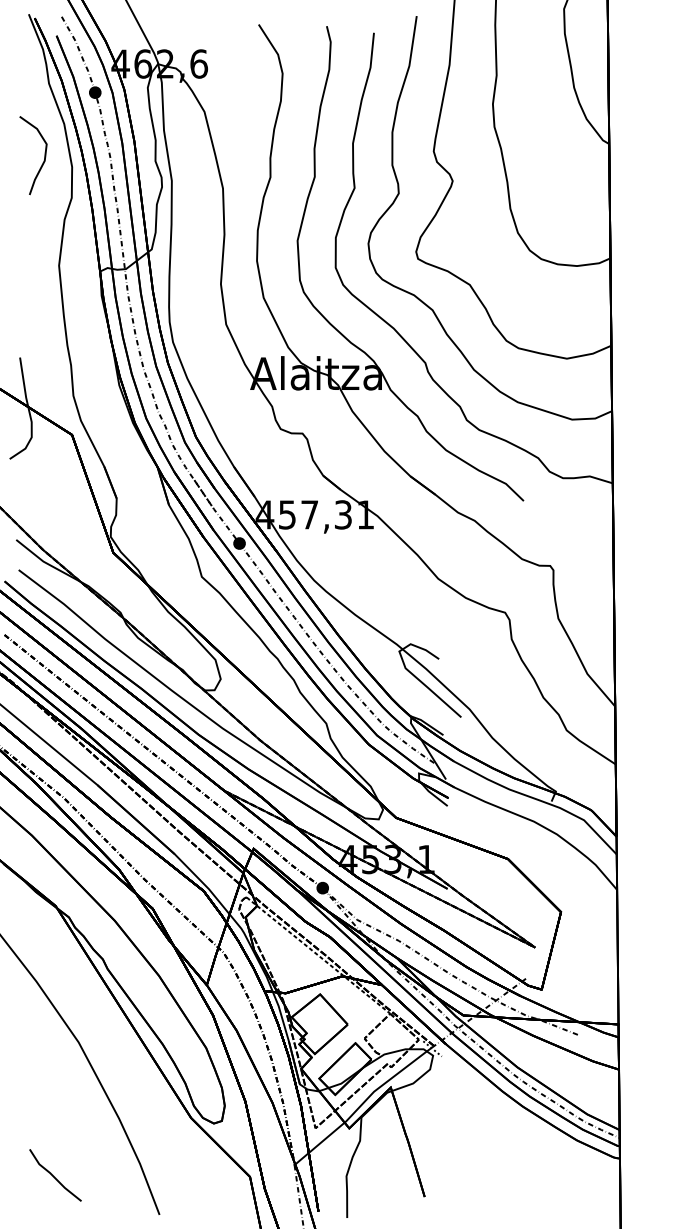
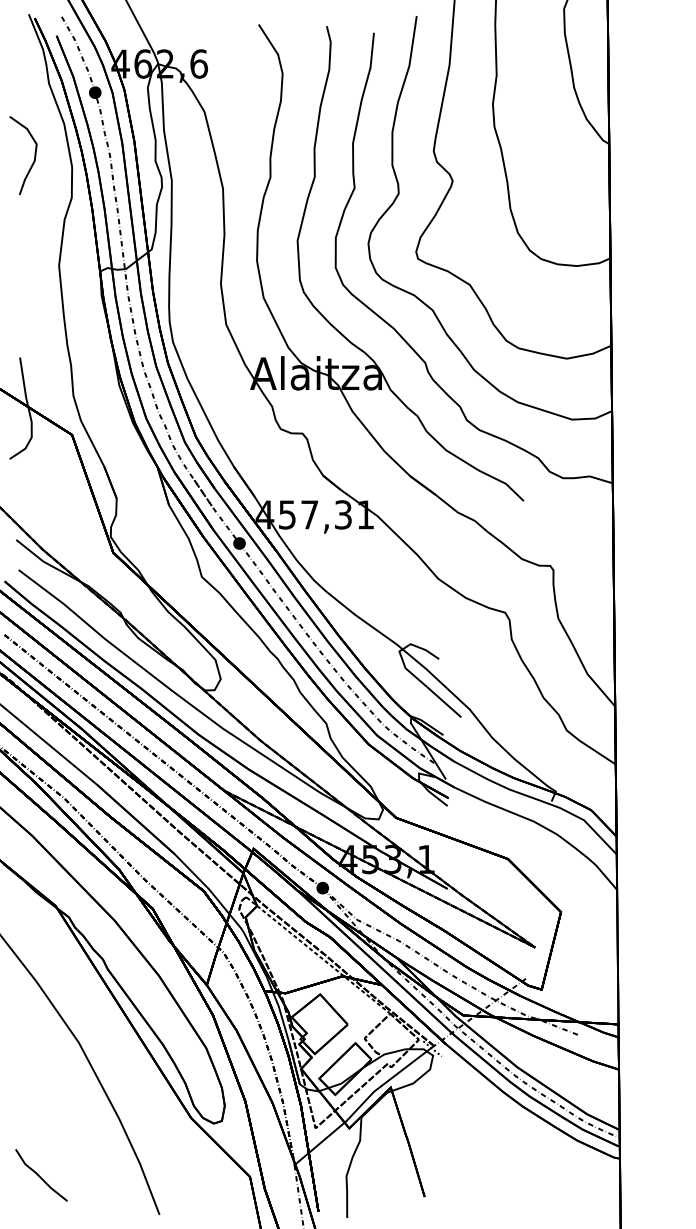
curve at (44, 155) position: (44, 155) -> (34, 155)
line at (54, 1176) position: (54, 1176) -> (40, 1176)
